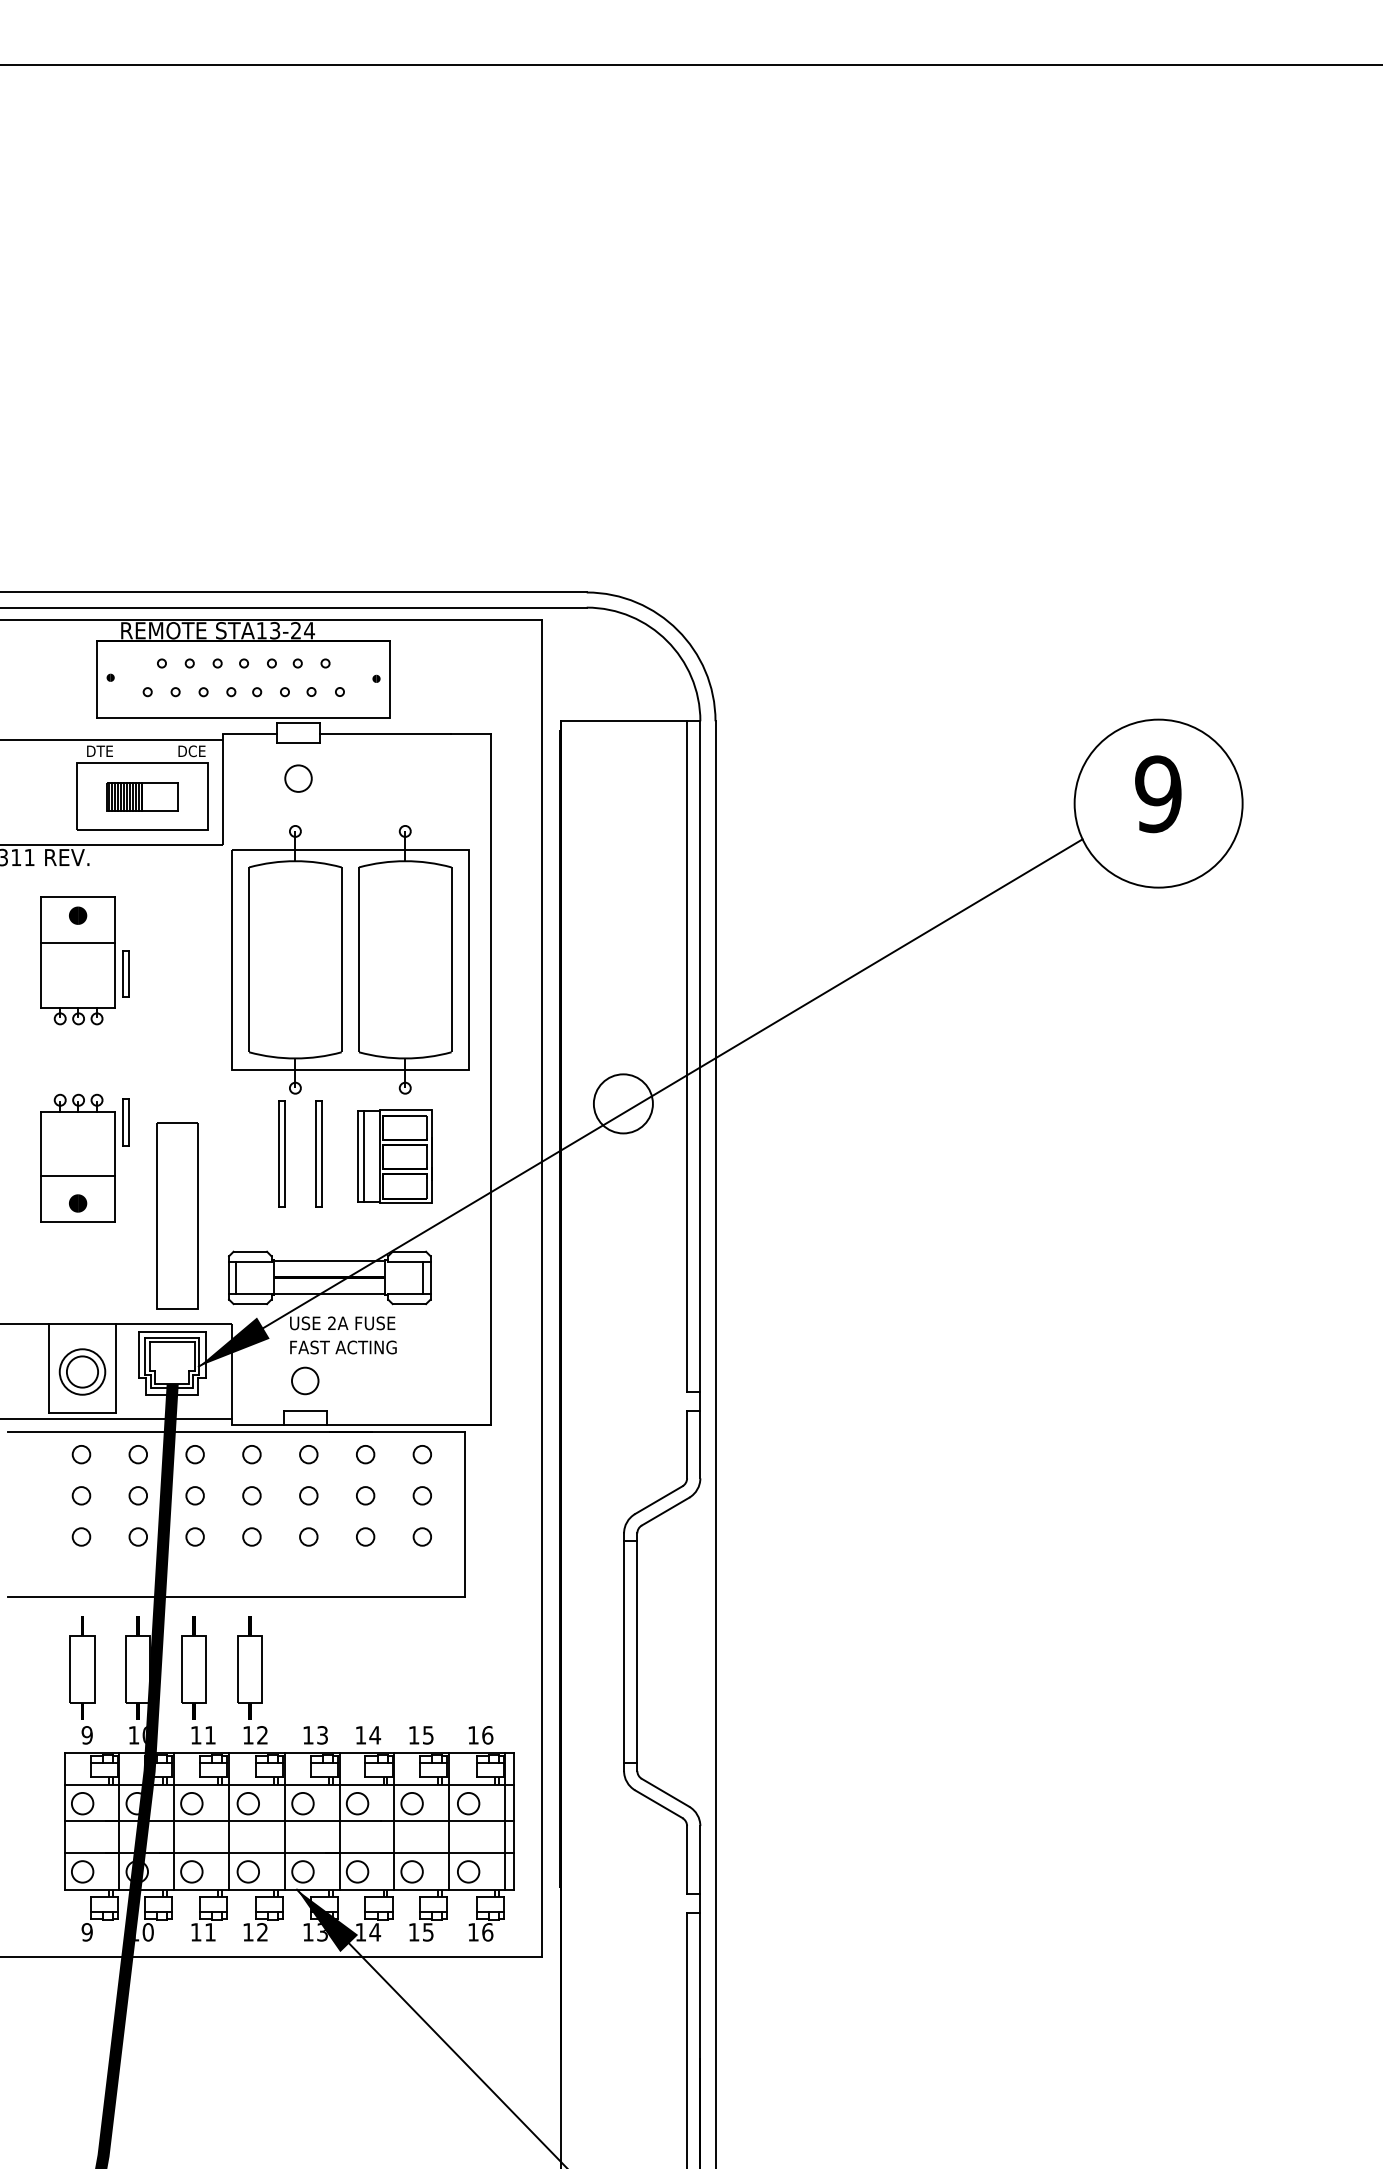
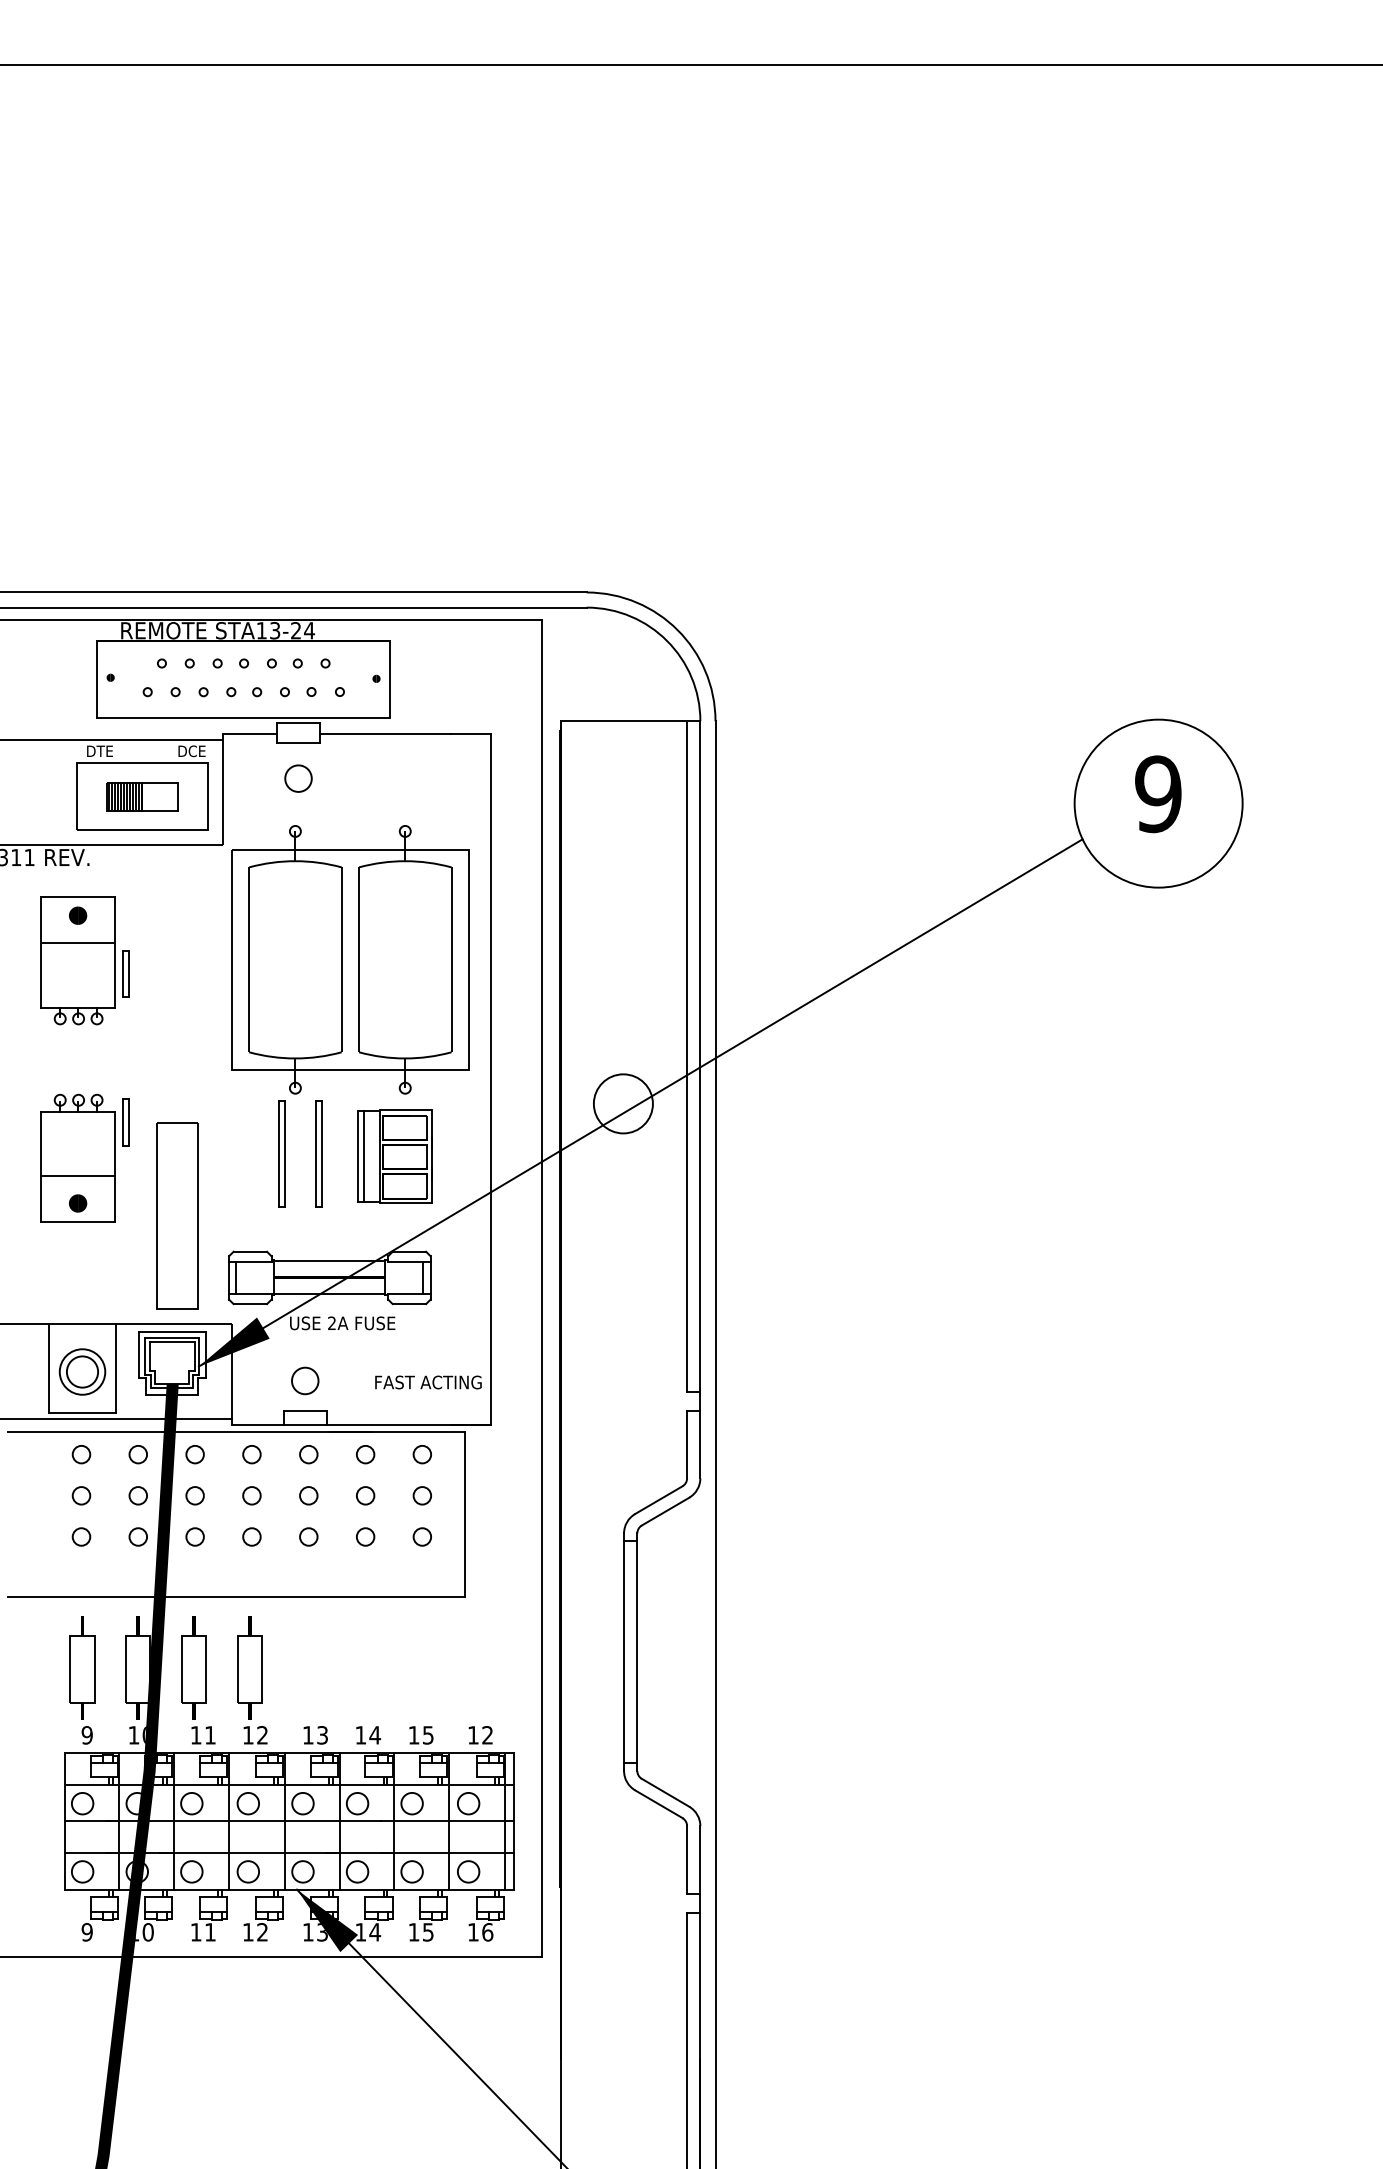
text at (343, 1347) position: (343, 1347) -> (428, 1382)
text at (487, 1735): 16 -> 12
